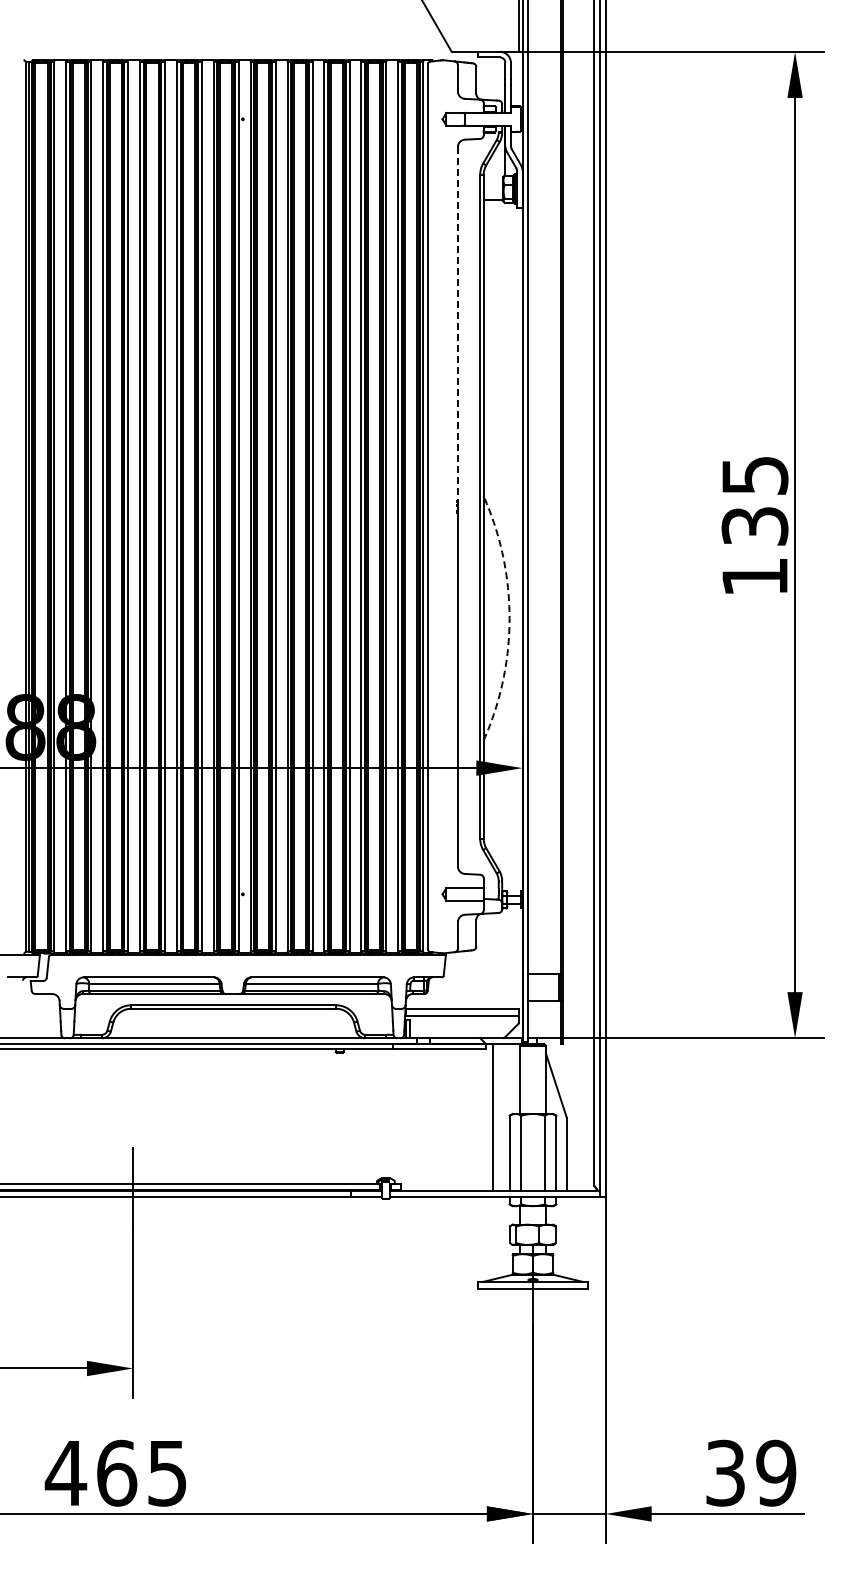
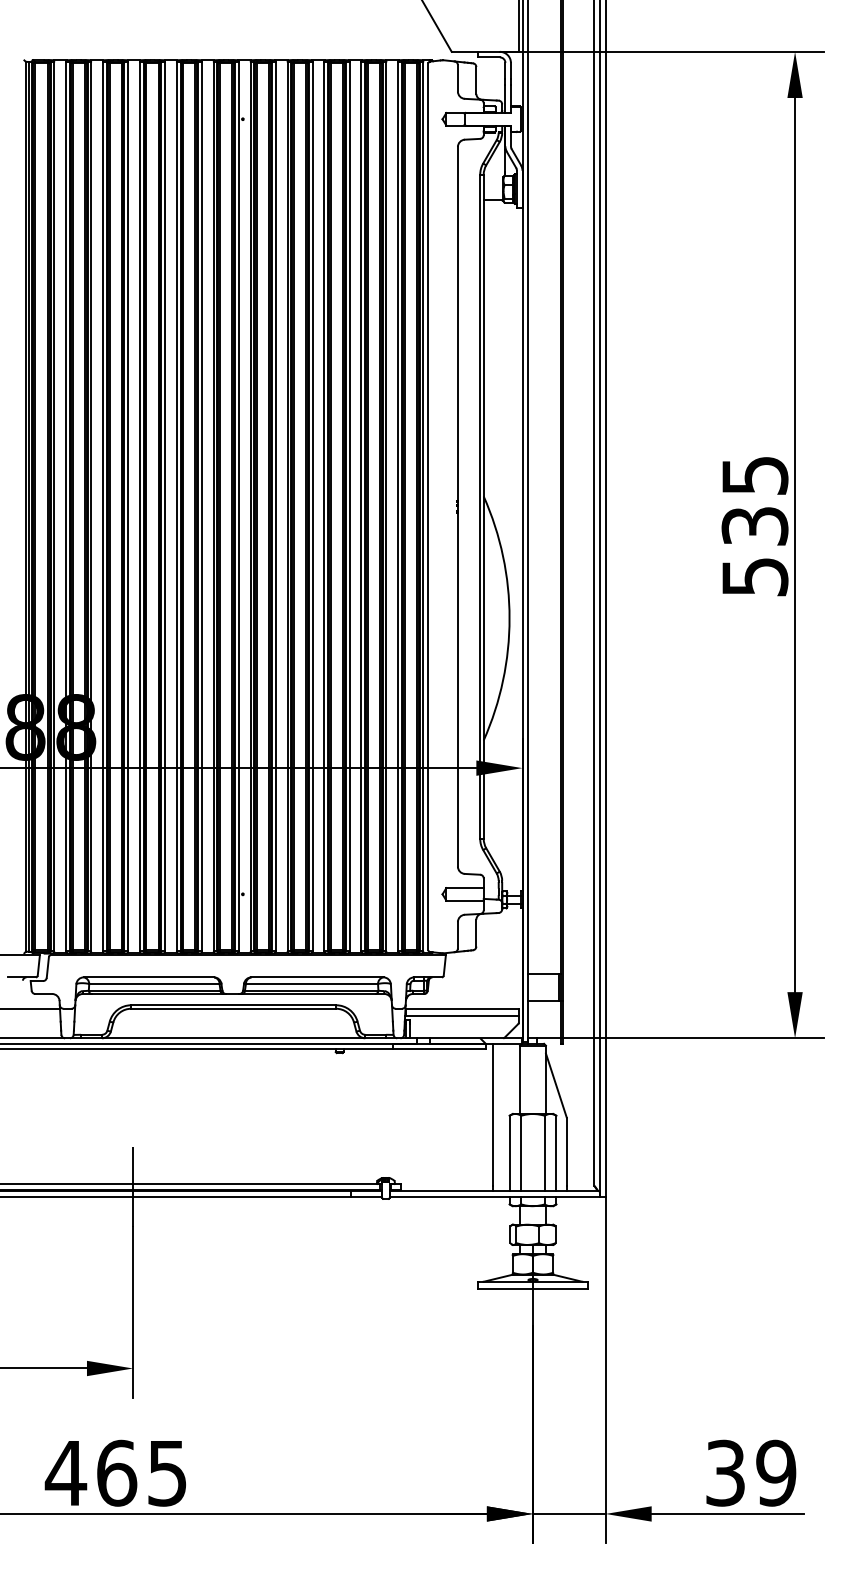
line at (457, 324): dashed -> solid
text at (755, 577): 135 -> 535
arc at (509, 618): dashed -> solid
line at (31, 1008): none -> present
